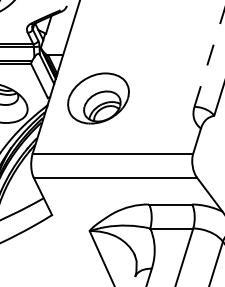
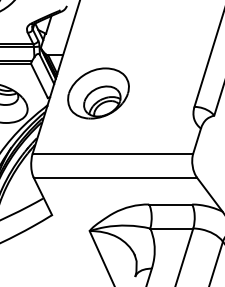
line at (209, 57): dashed -> solid
part at (98, 98) position: (98, 98) -> (98, 93)
